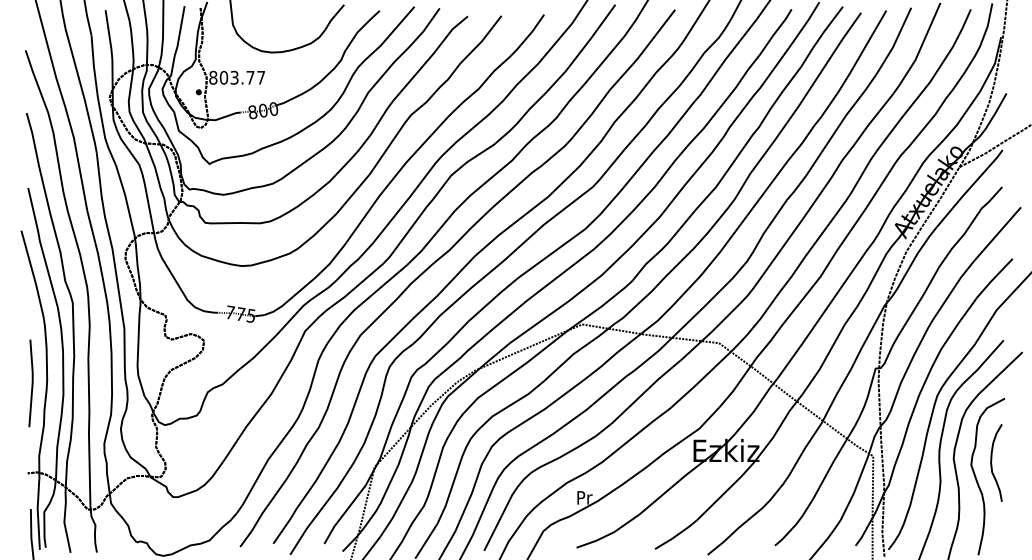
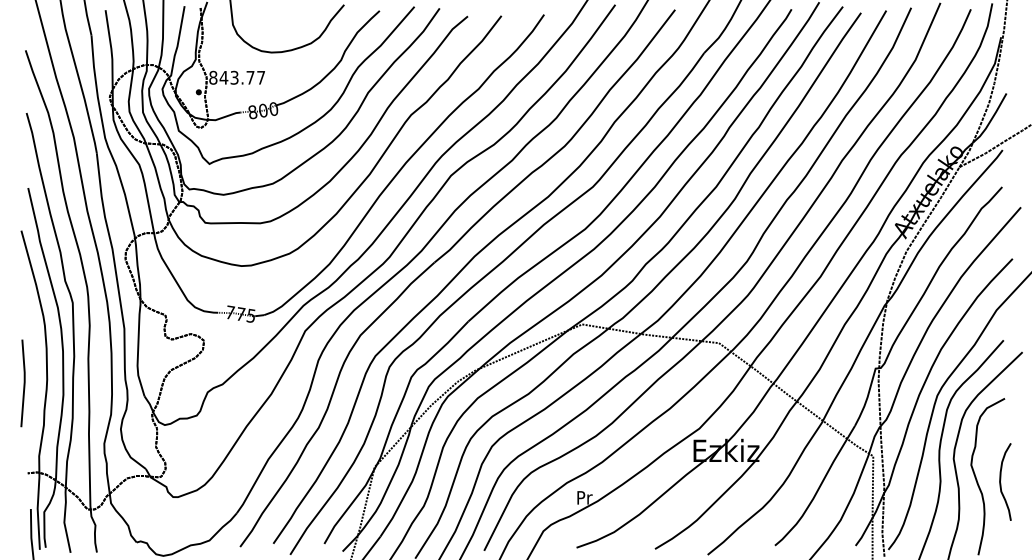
text at (223, 77): 803.77 -> 843.77
line at (31, 383) position: (31, 383) -> (23, 383)
curve at (992, 460) position: (992, 460) -> (1001, 479)
